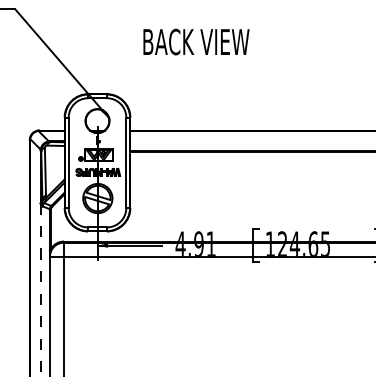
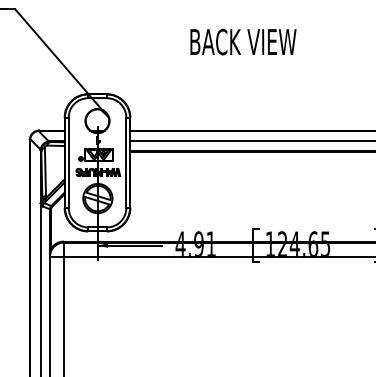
text at (196, 41) position: (196, 41) -> (243, 41)
line at (251, 141): none -> present
line at (40, 290): dashed -> solid
